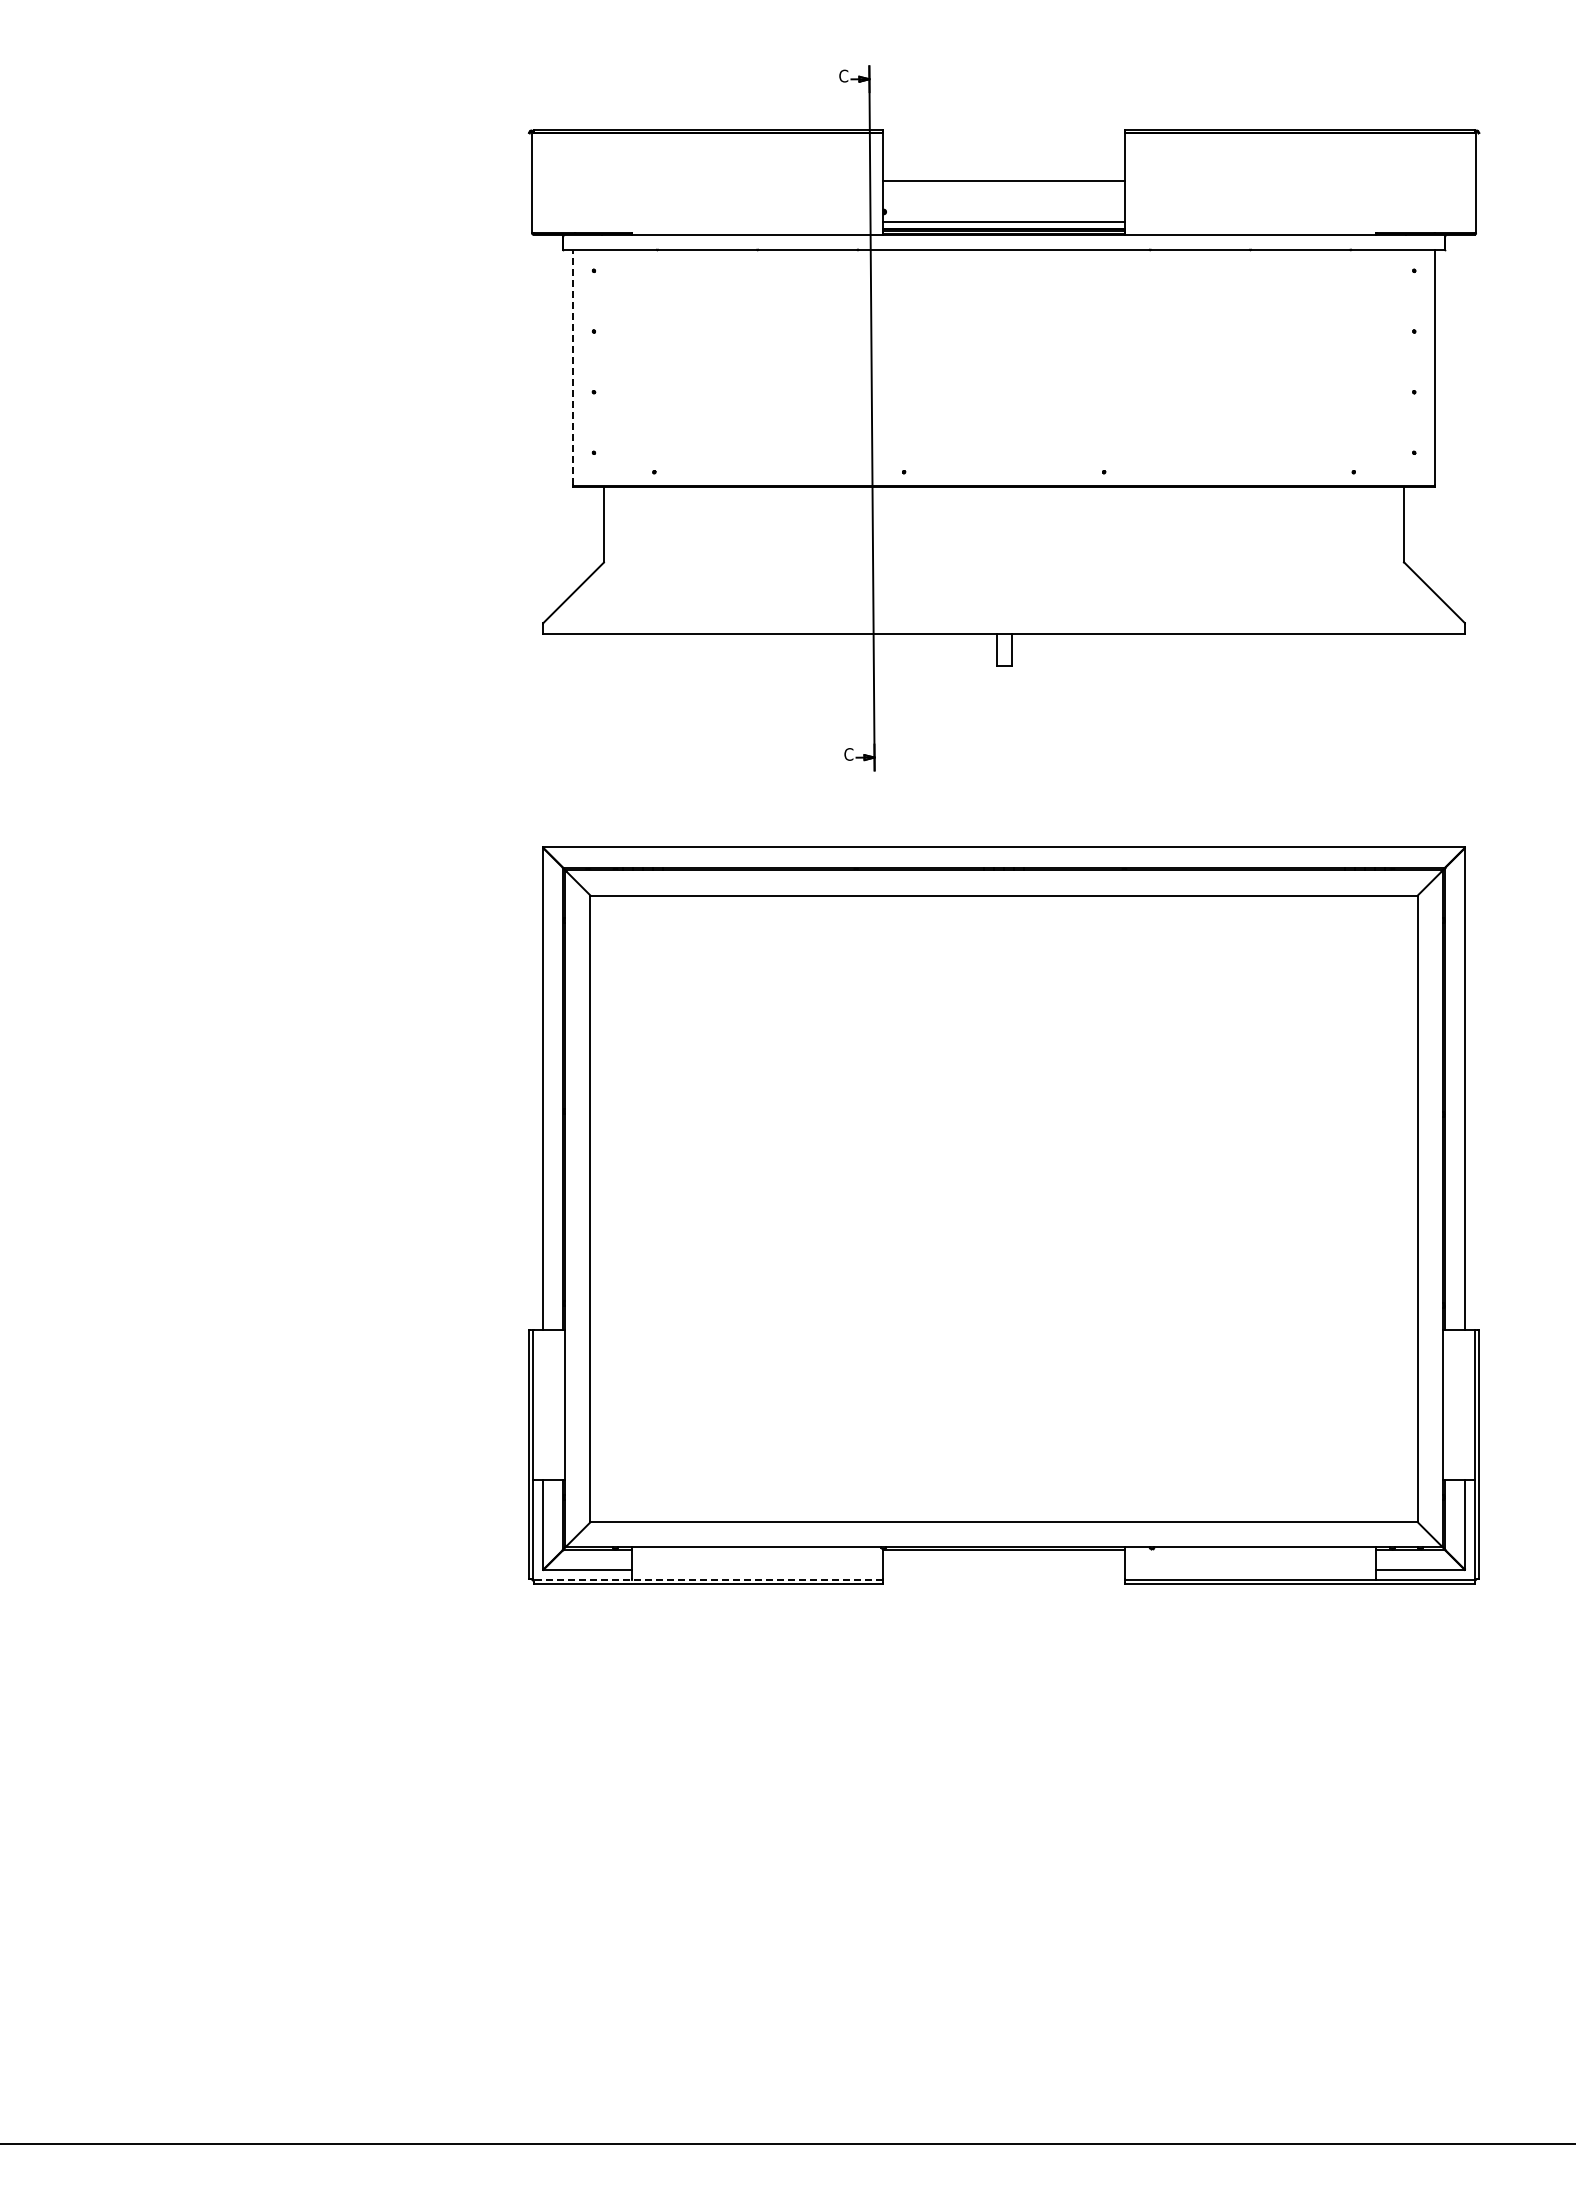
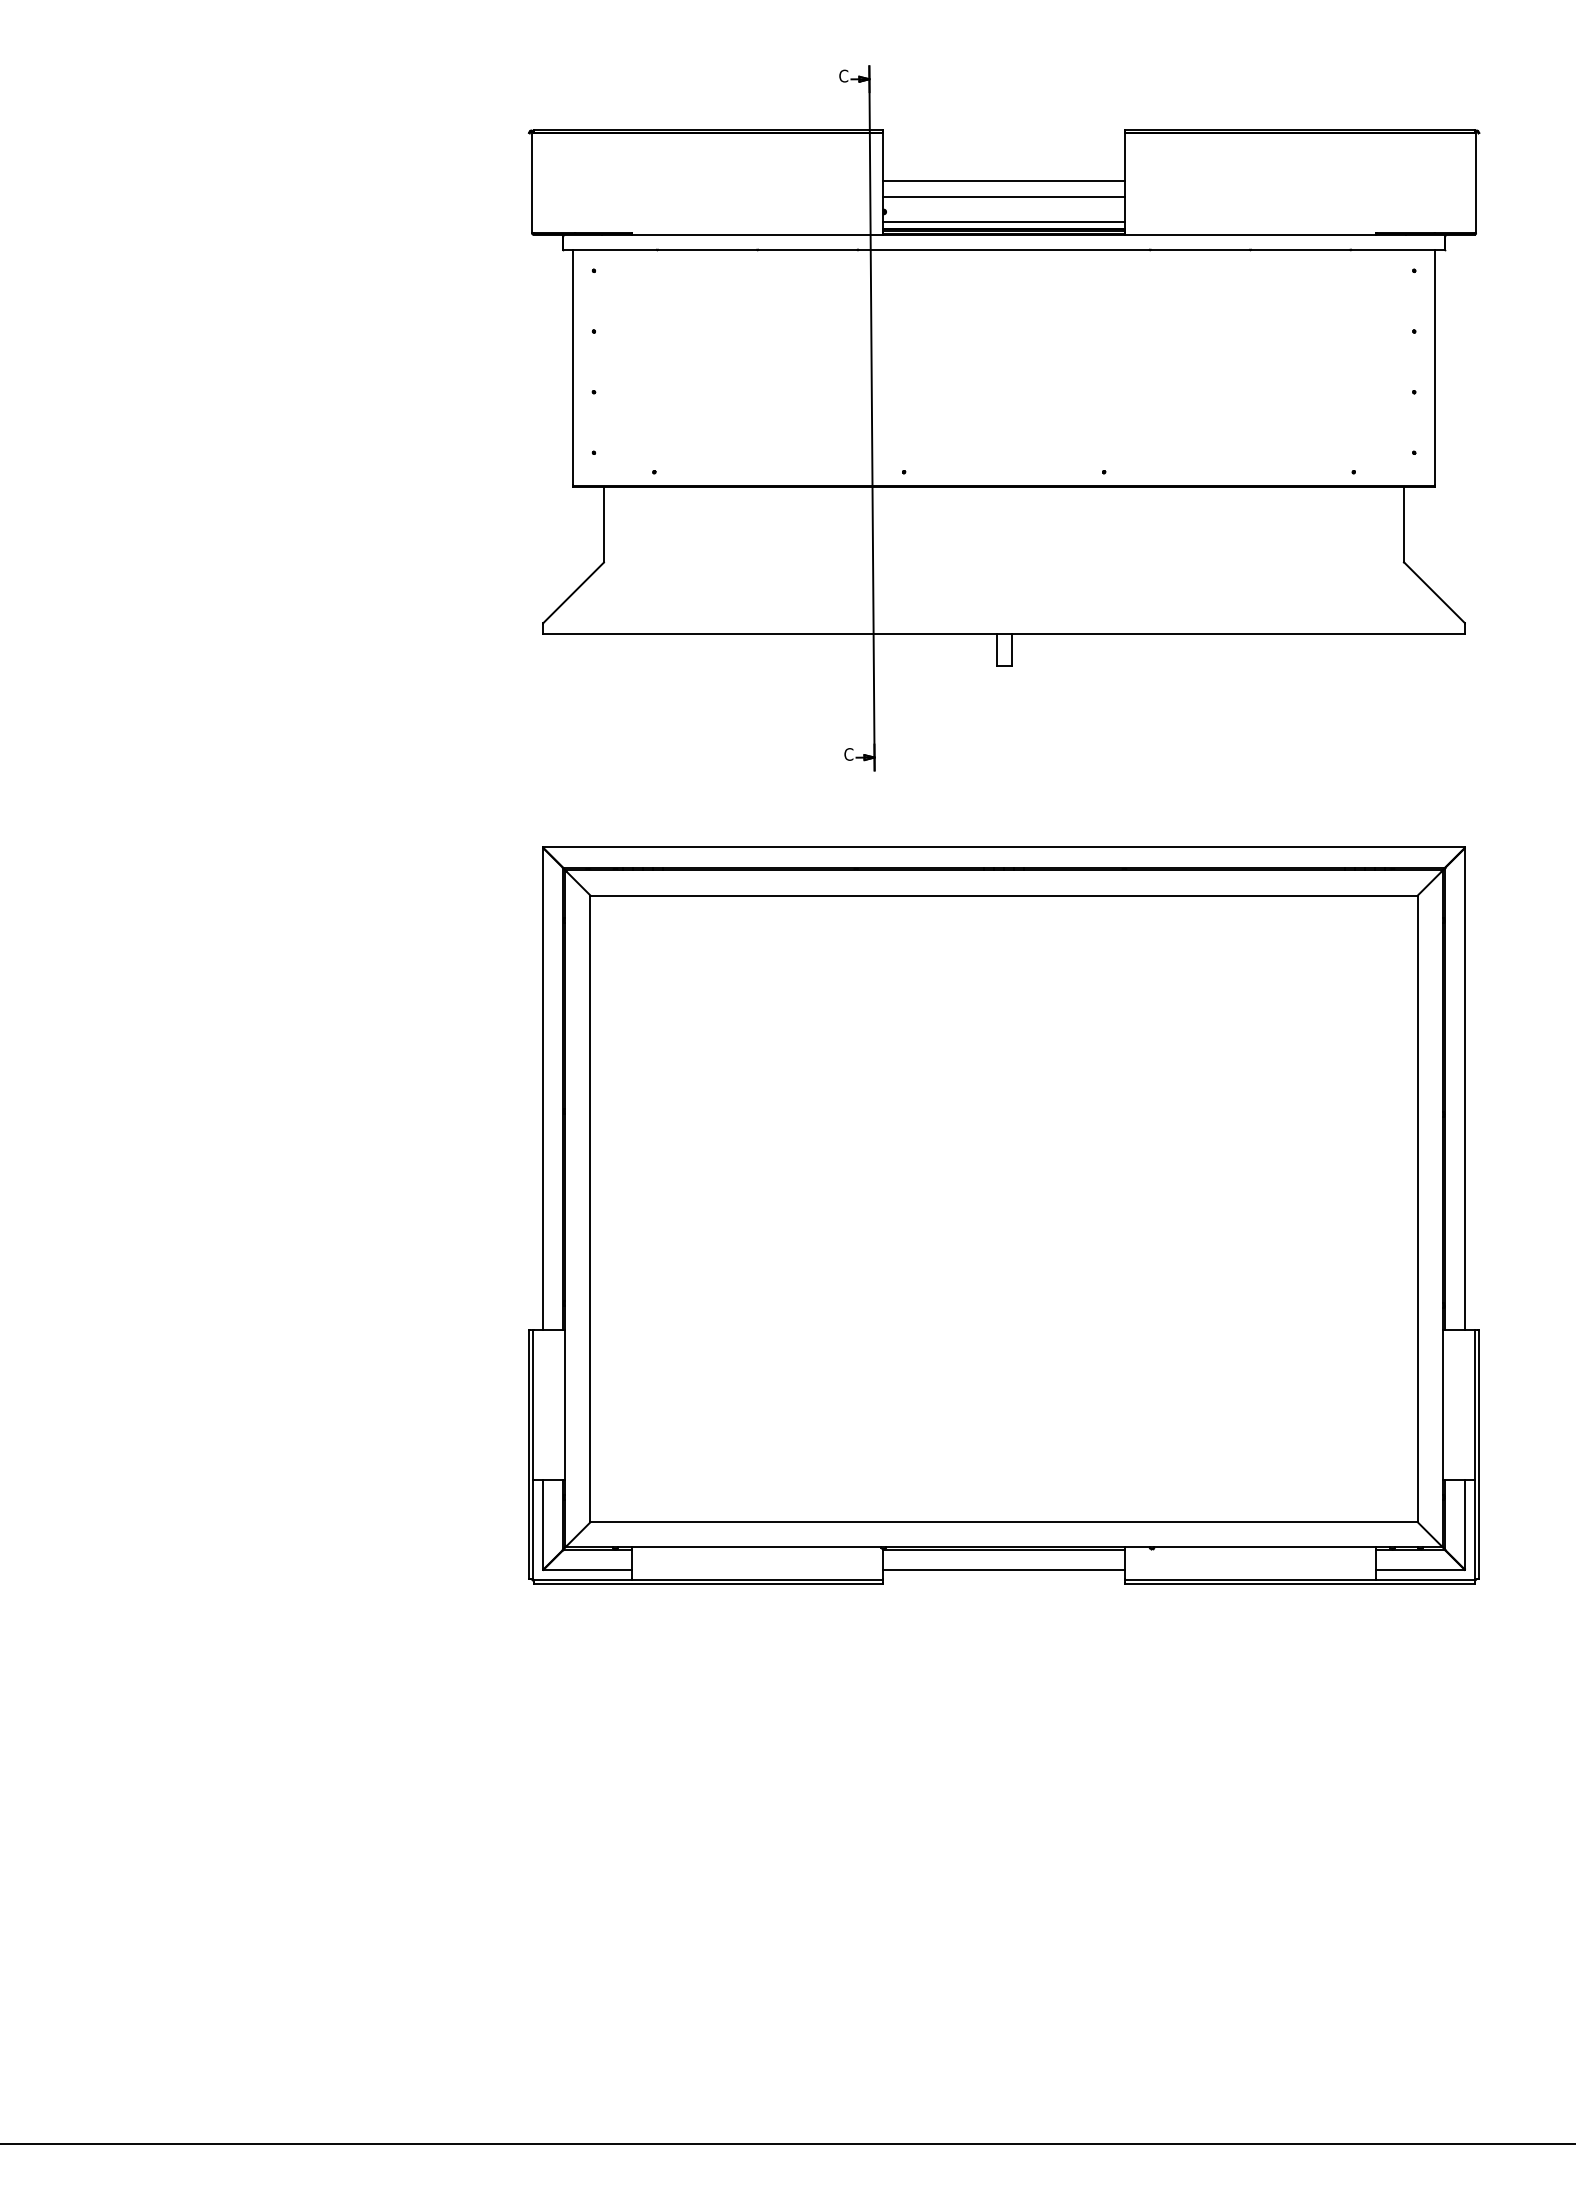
line at (1004, 196): none -> present
line at (572, 367): dashed -> solid
line at (1004, 1570): none -> present
line at (708, 1579): dashed -> solid
